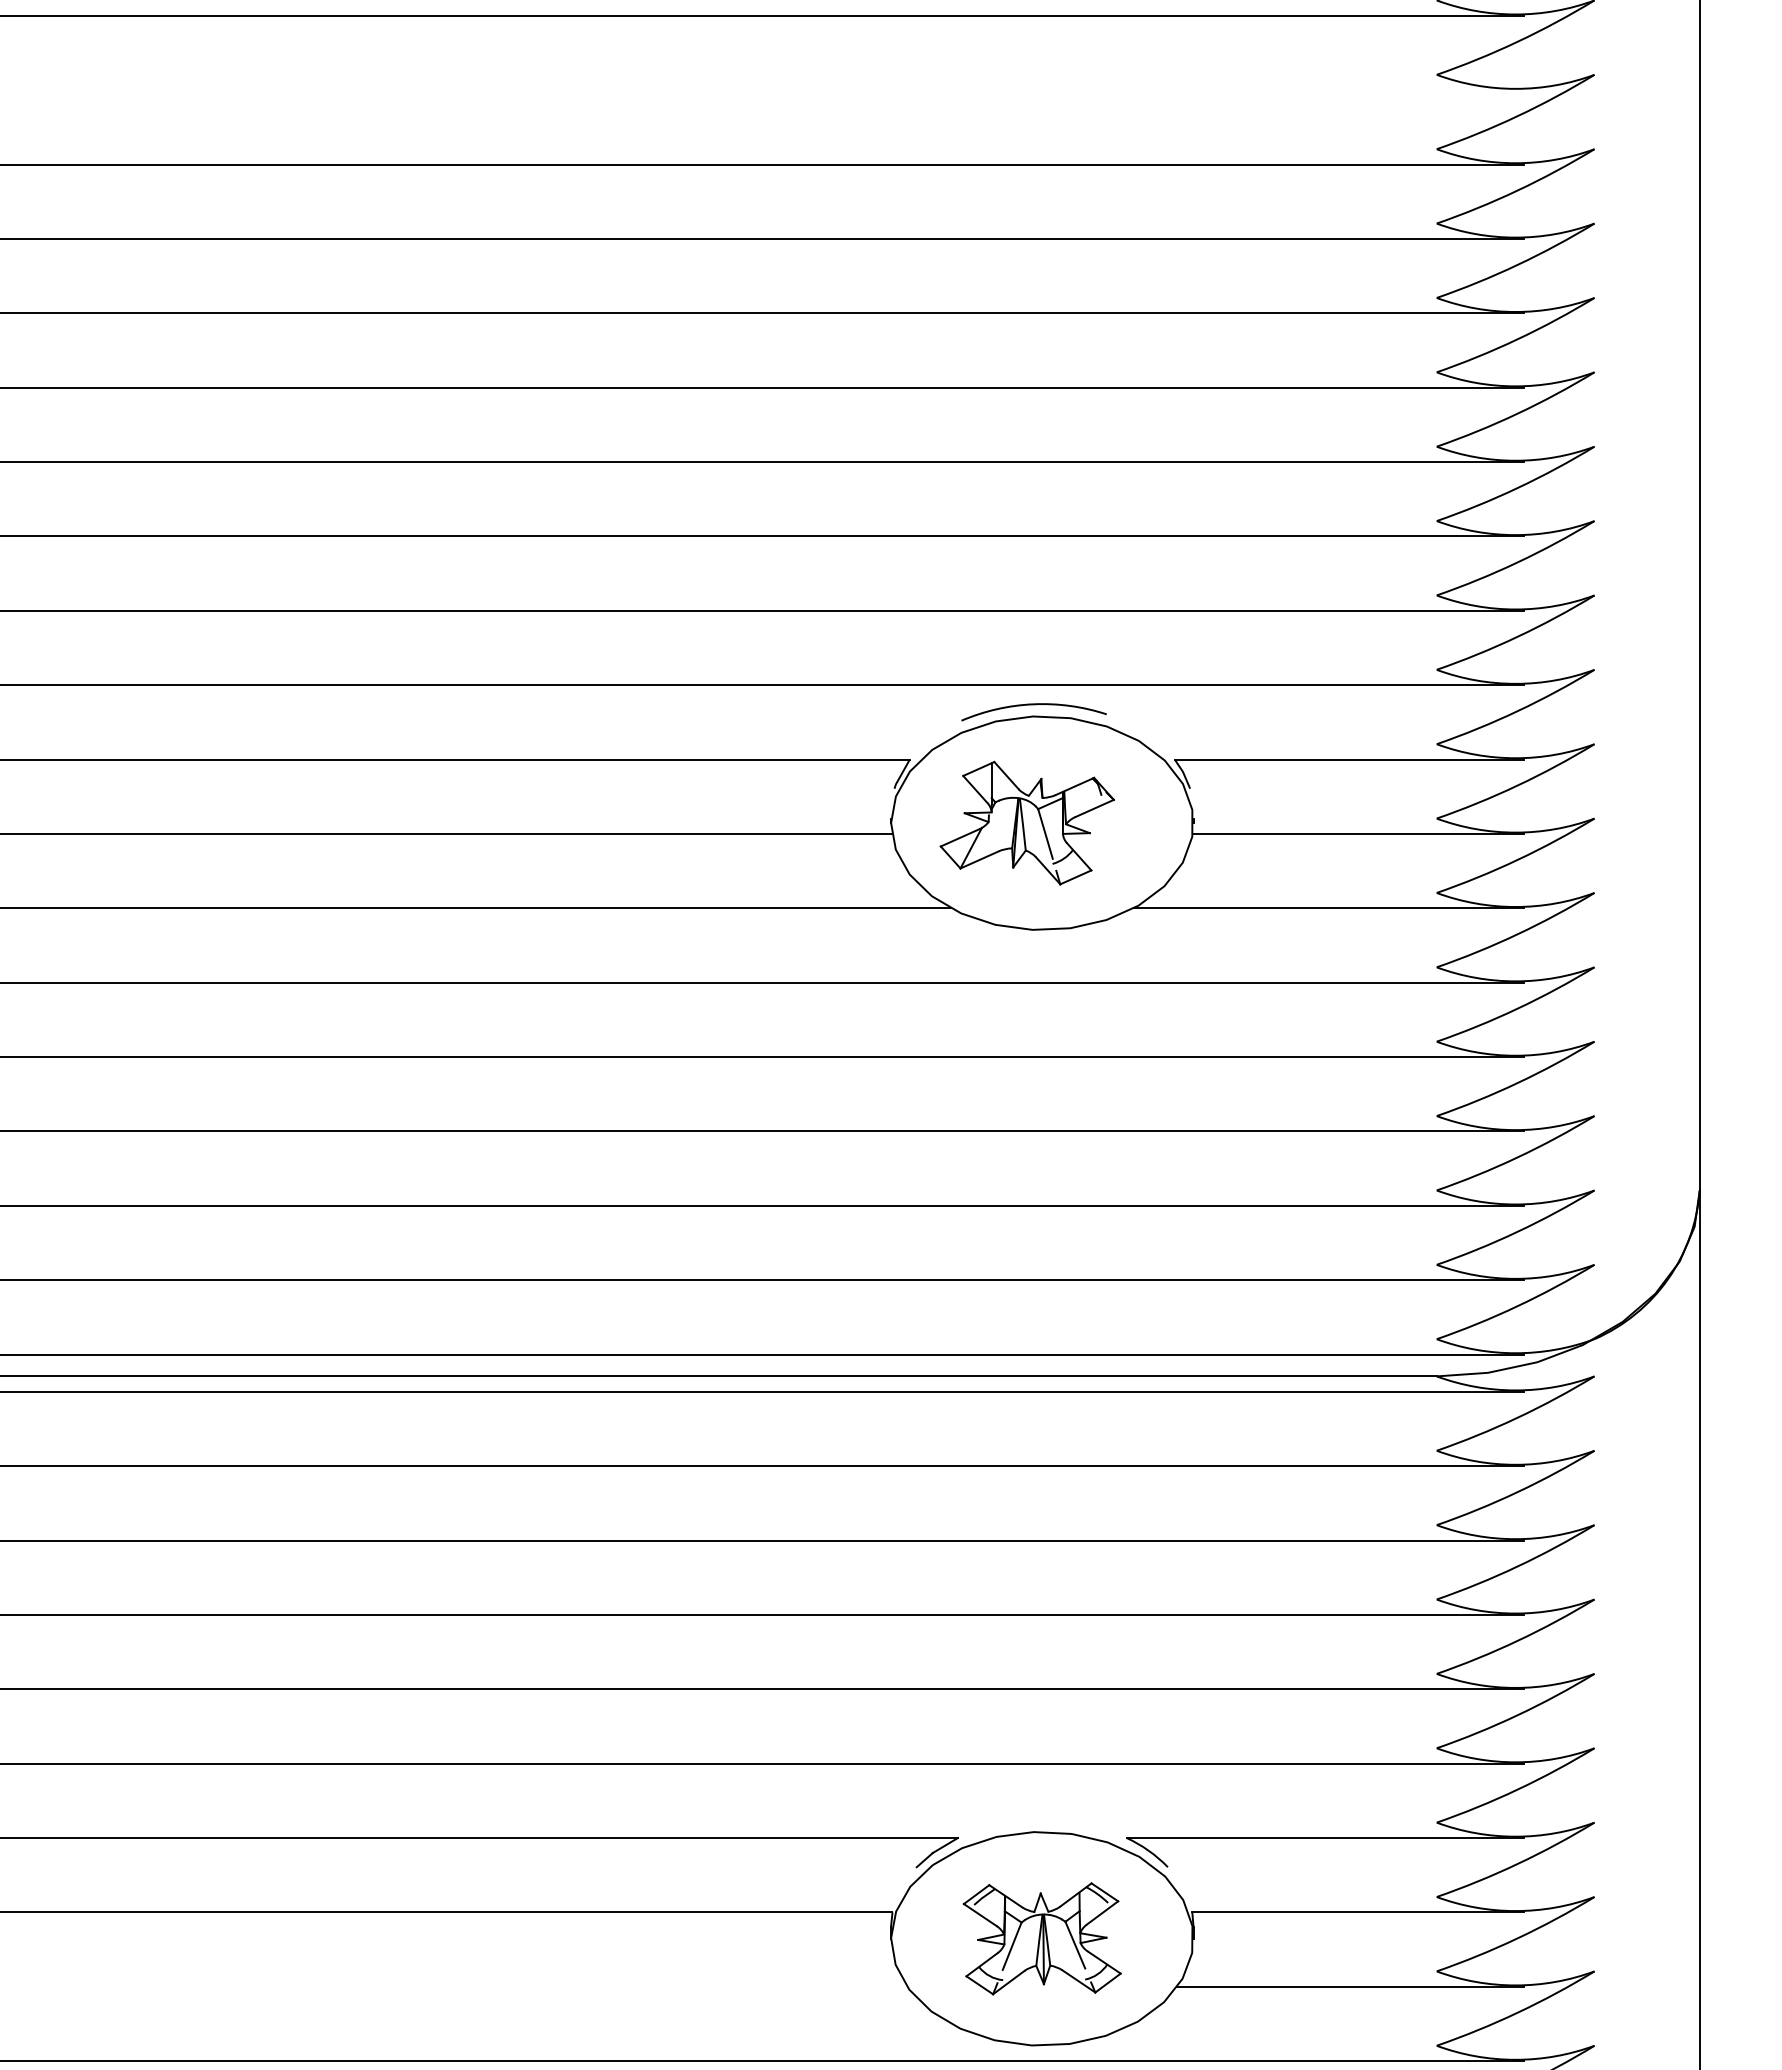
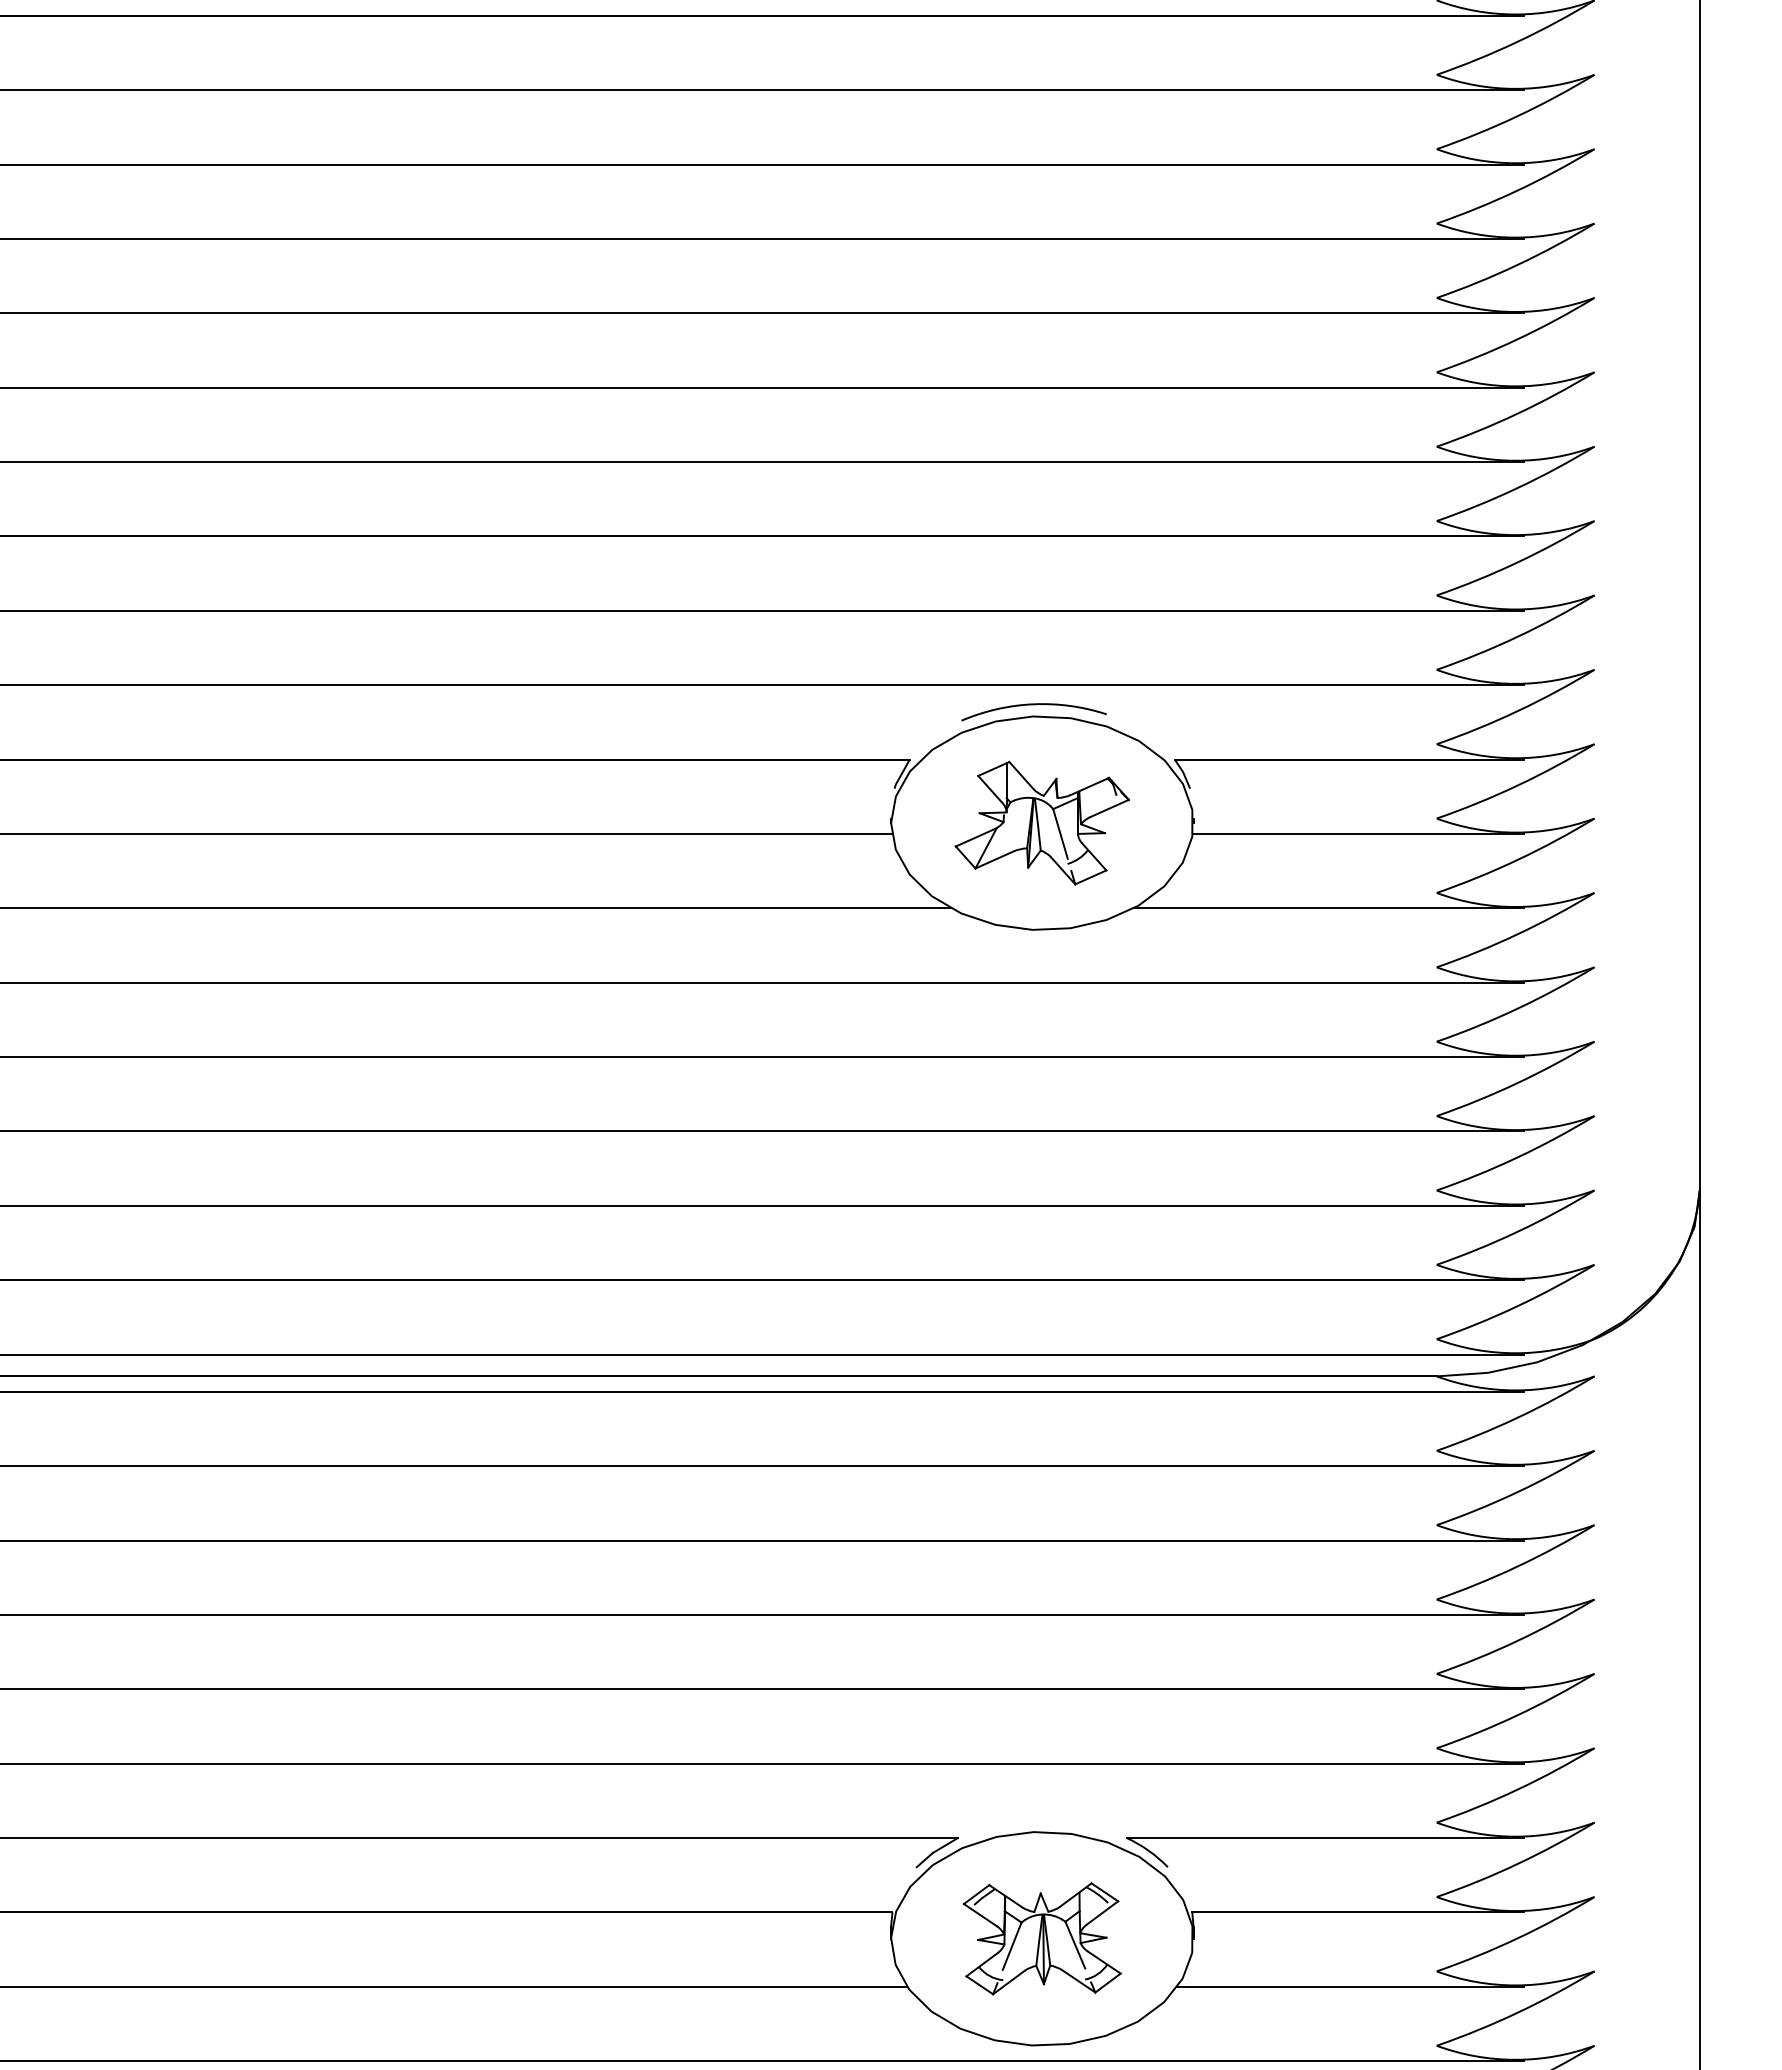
line at (762, 90): none -> present
part at (1026, 822) position: (1026, 822) -> (1041, 822)
line at (454, 1986): none -> present
